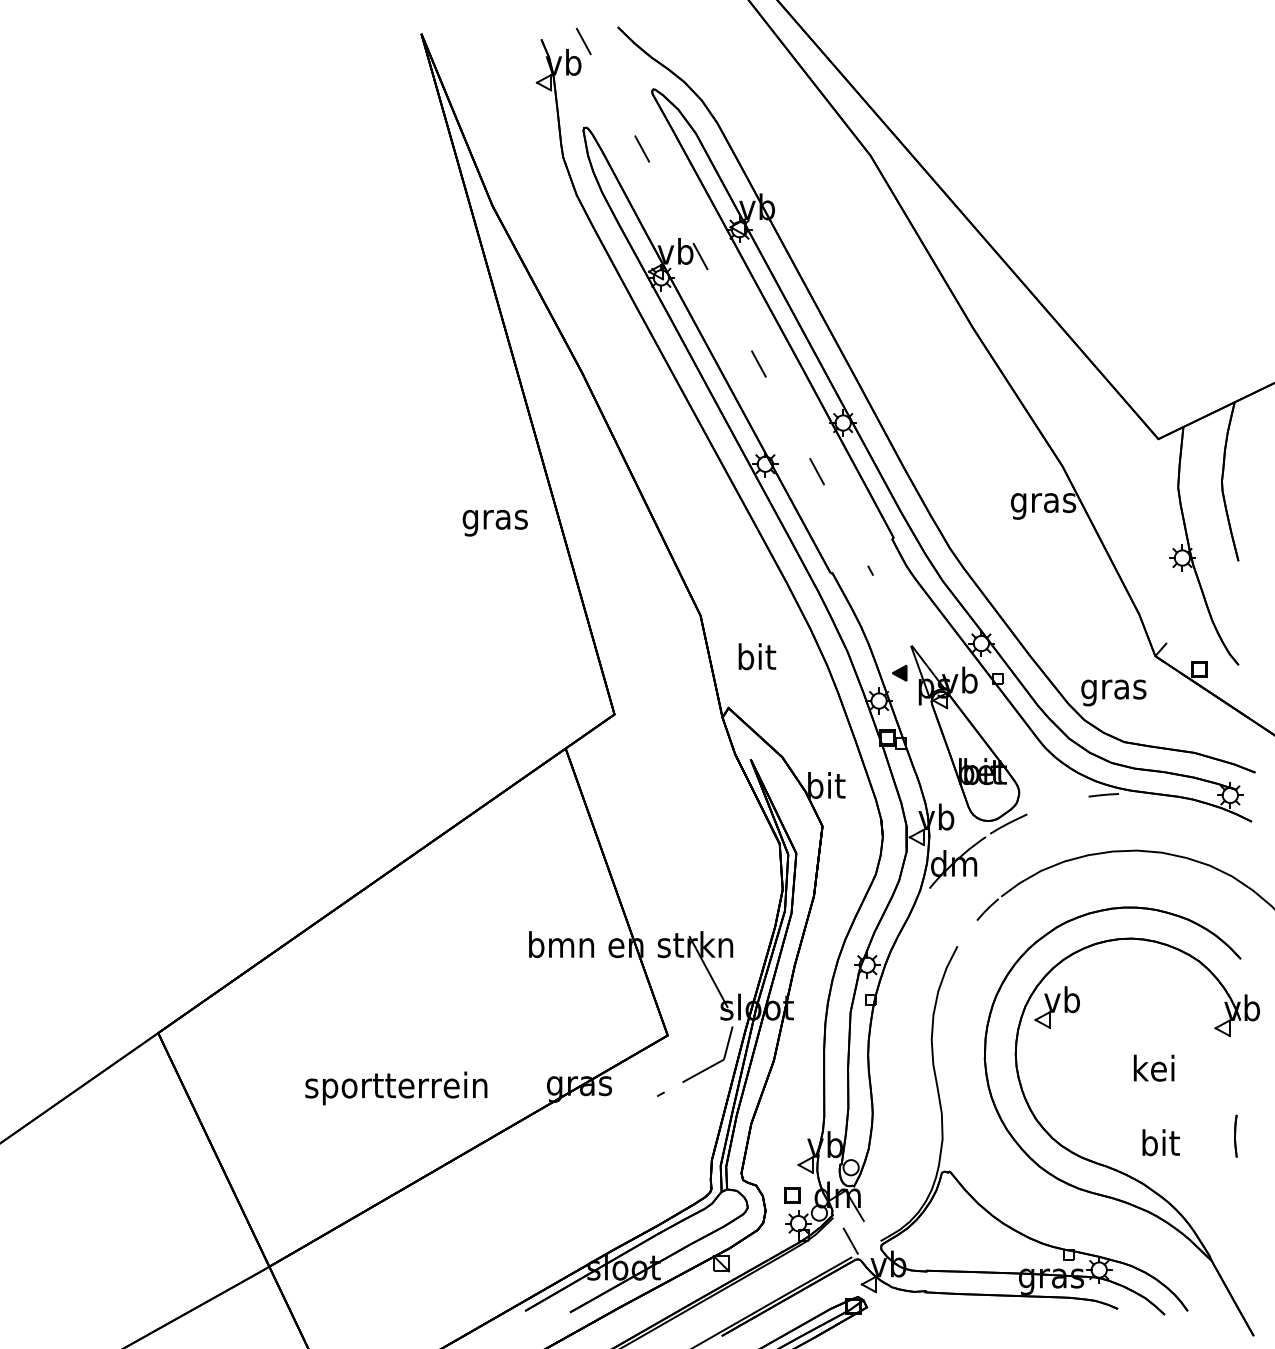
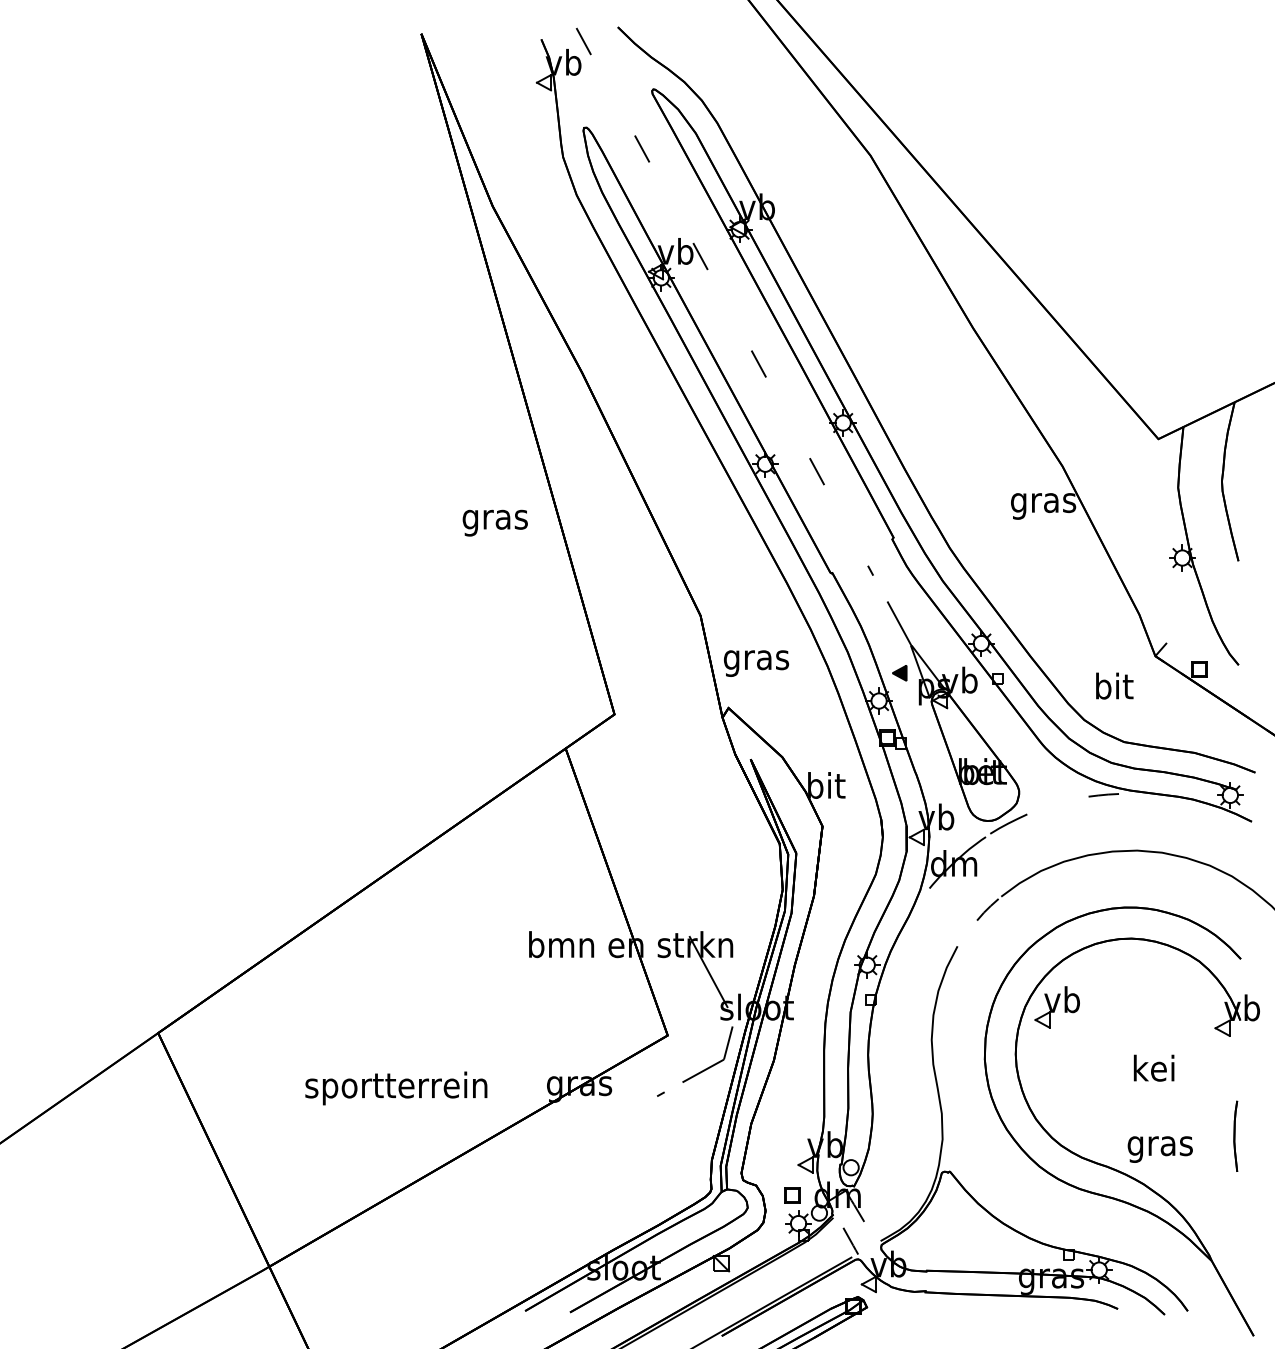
line at (899, 624): none -> present
text at (756, 659): bit -> gras
text at (1113, 689): gras -> bit
part at (1235, 1135) size: 4x44 px -> 6x72 px
text at (1159, 1145): bit -> gras
